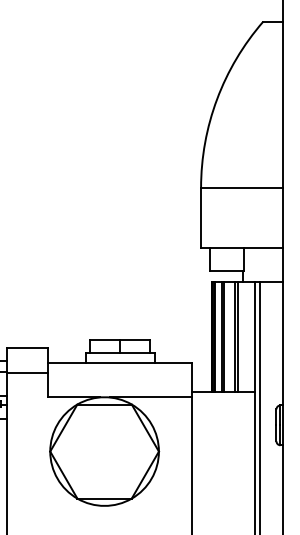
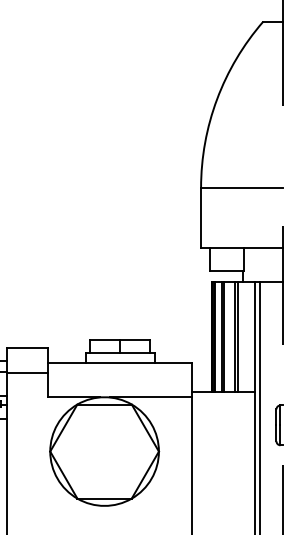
line at (282, 267): solid -> dashed
